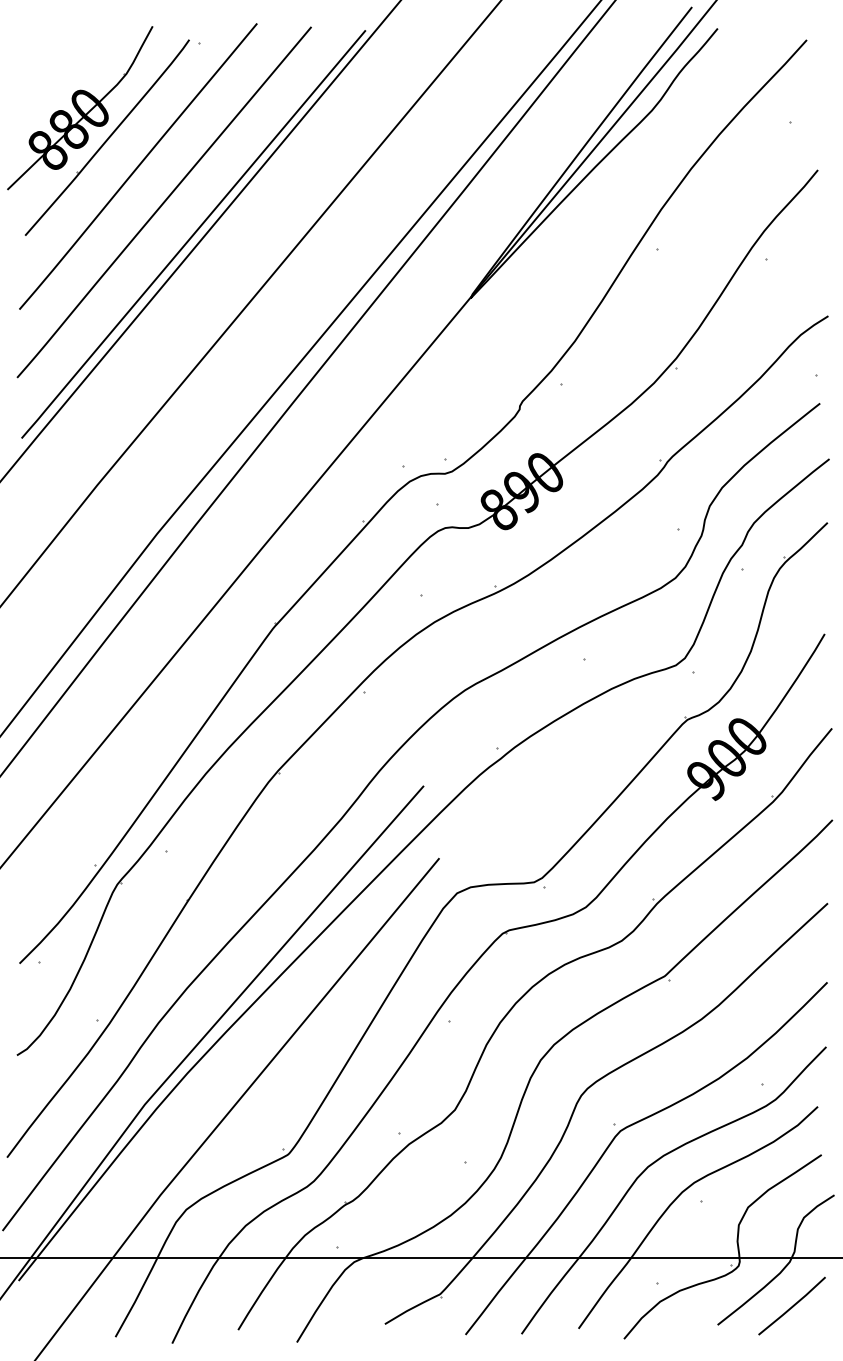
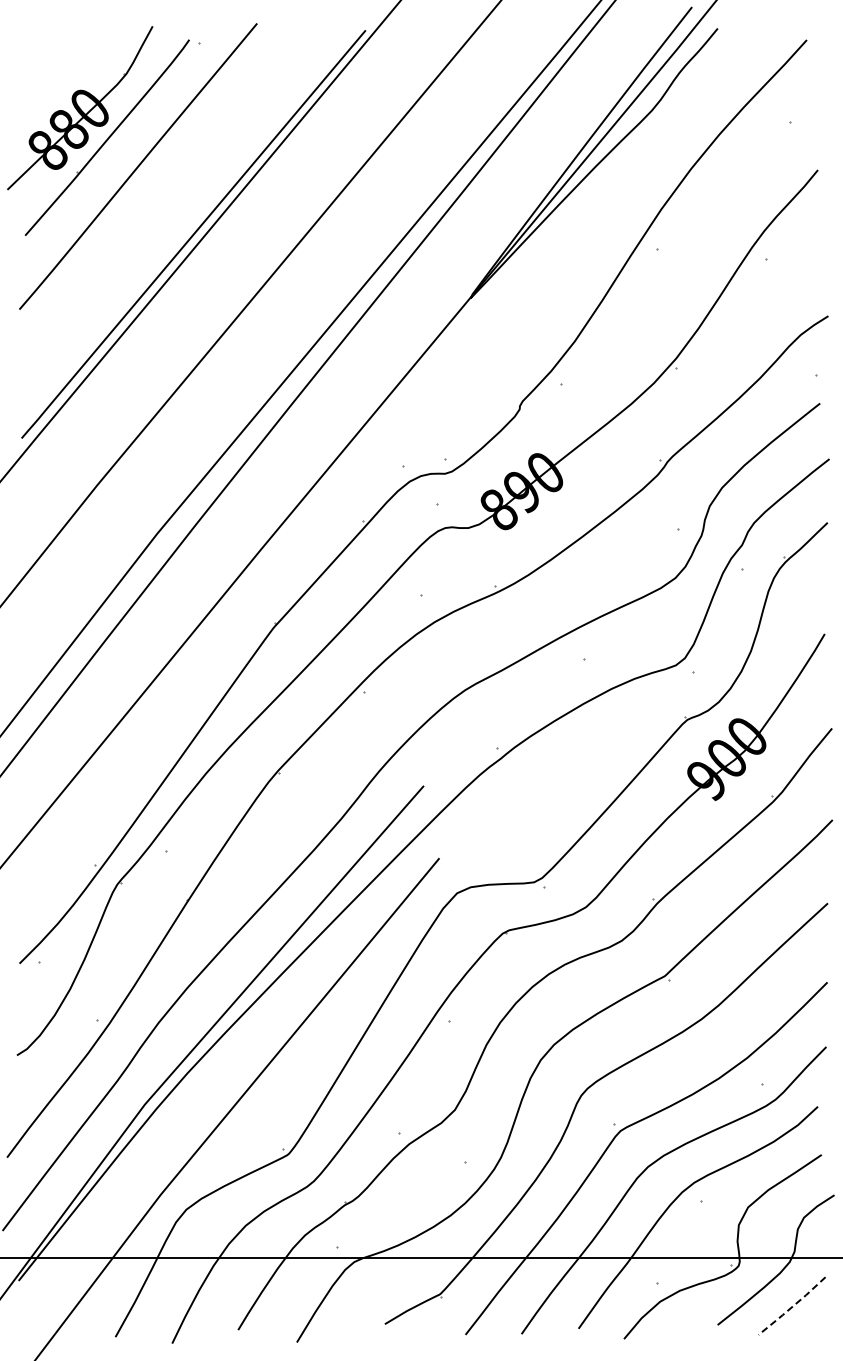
line at (163, 202): present -> none
line at (792, 1306): solid -> dashed
